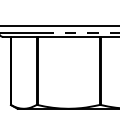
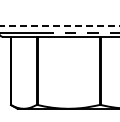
line at (59, 26): solid -> dashed
